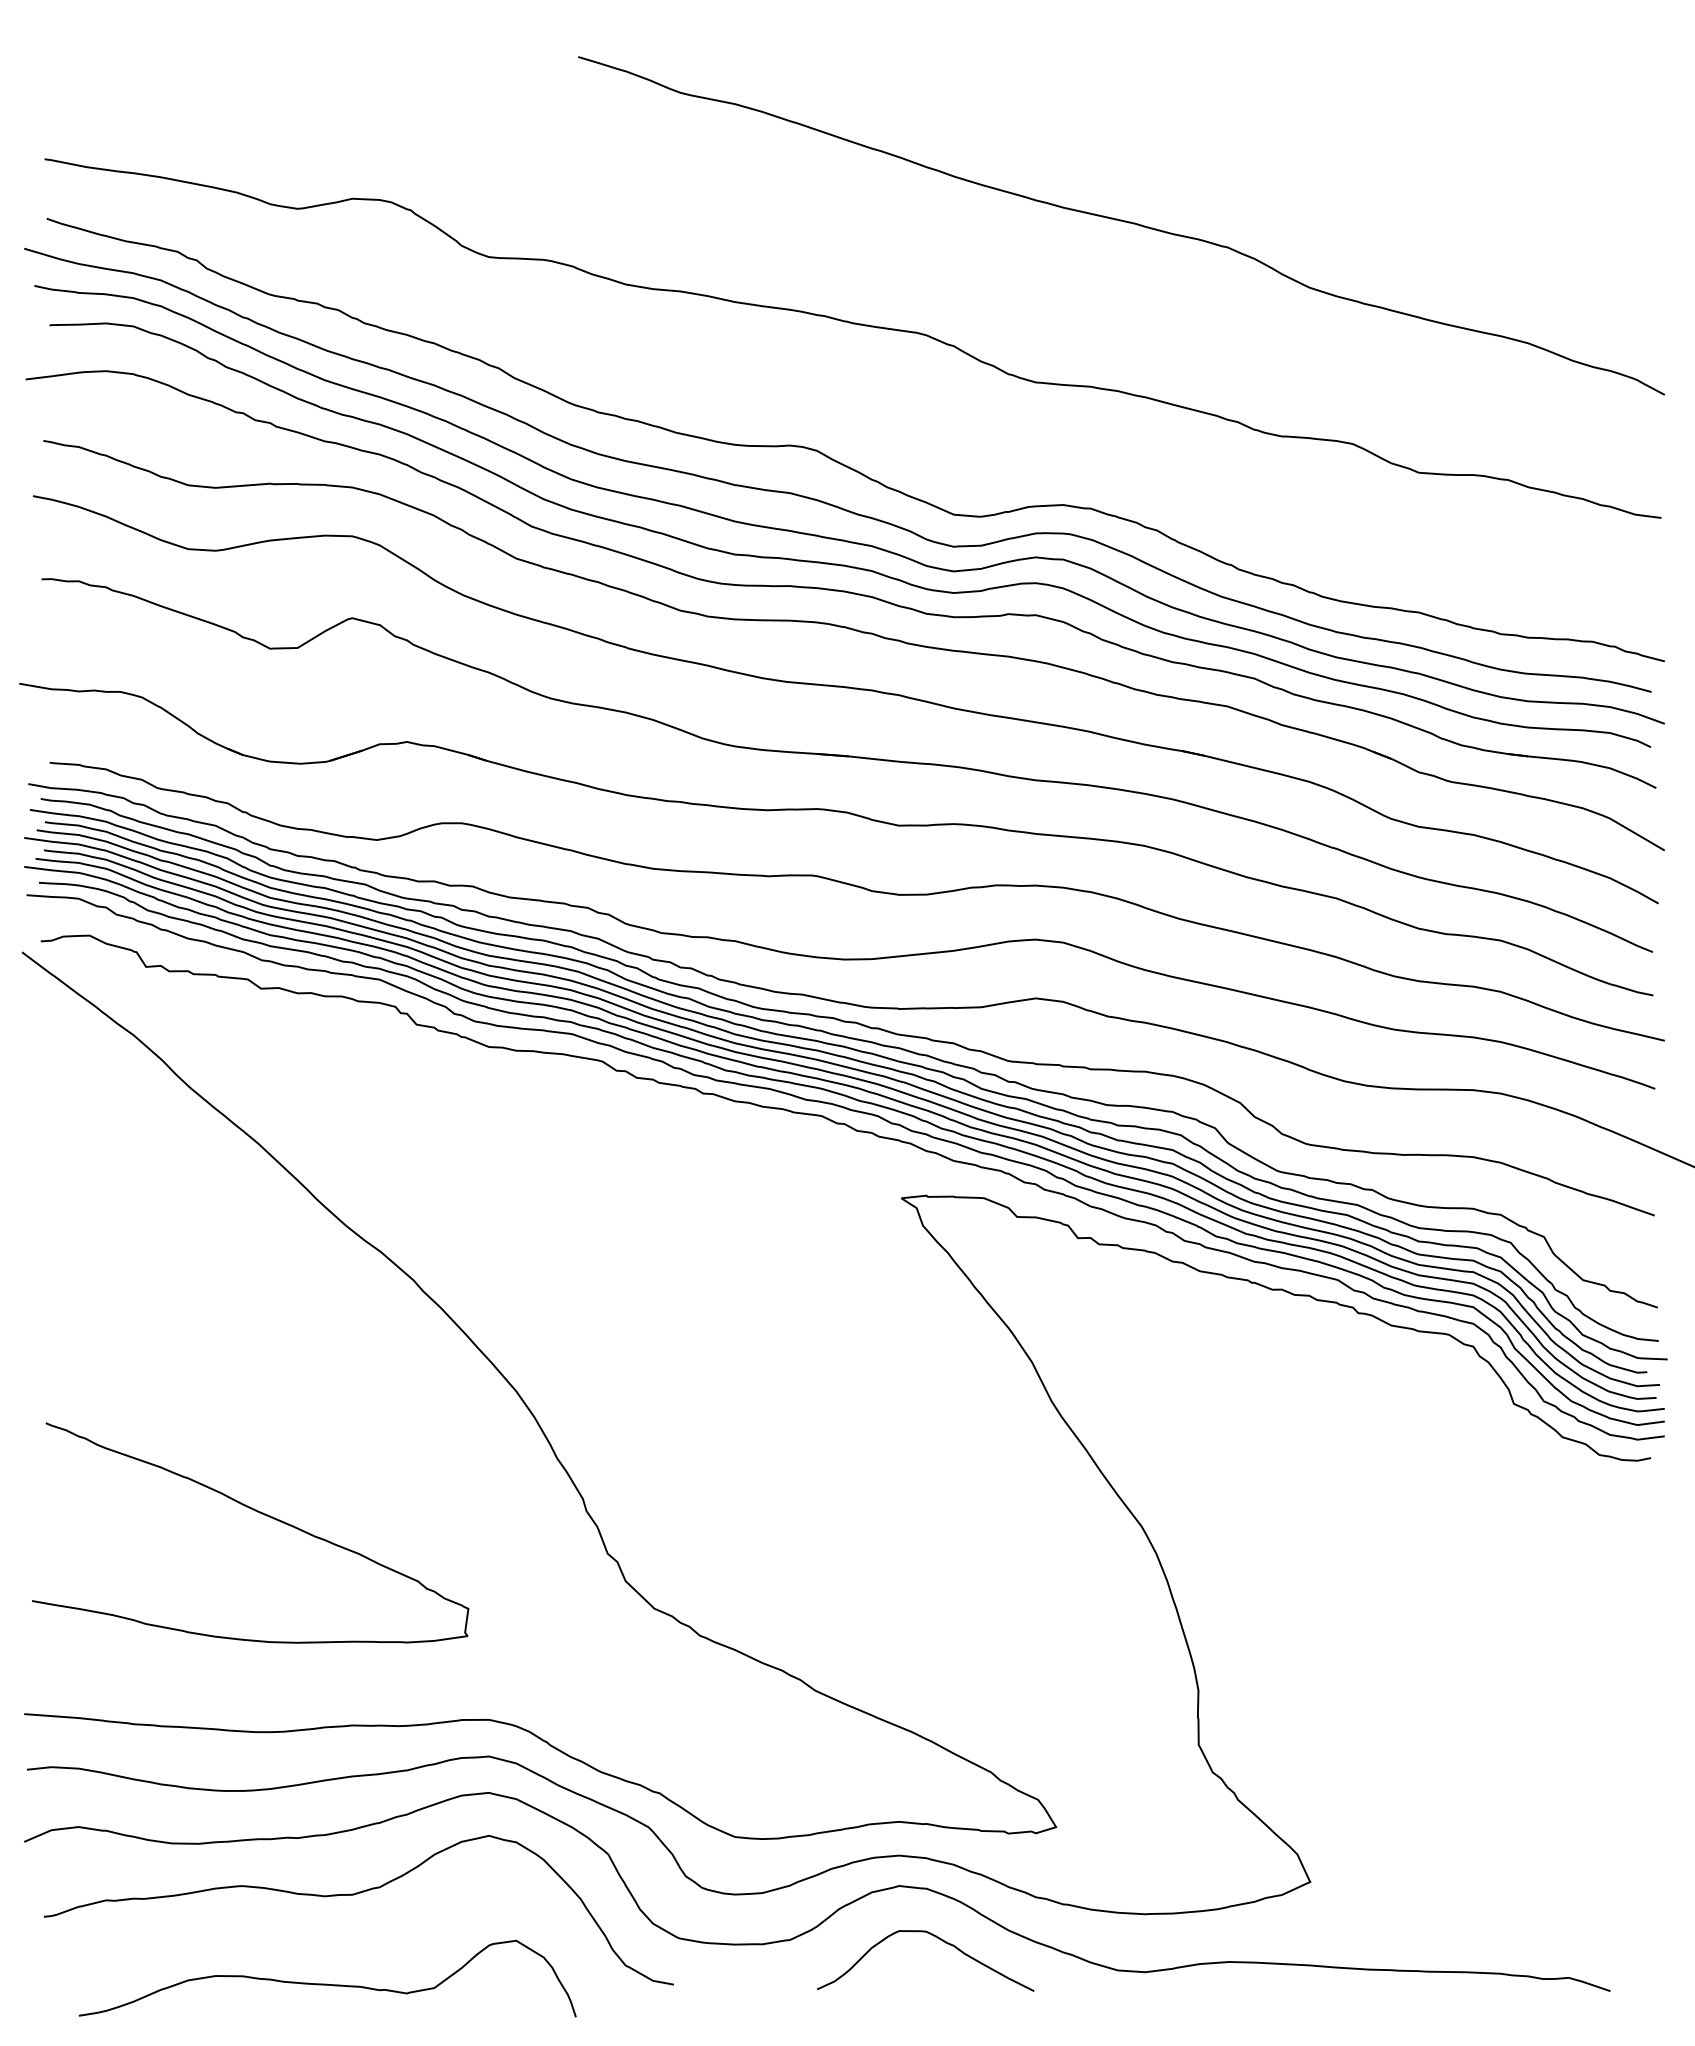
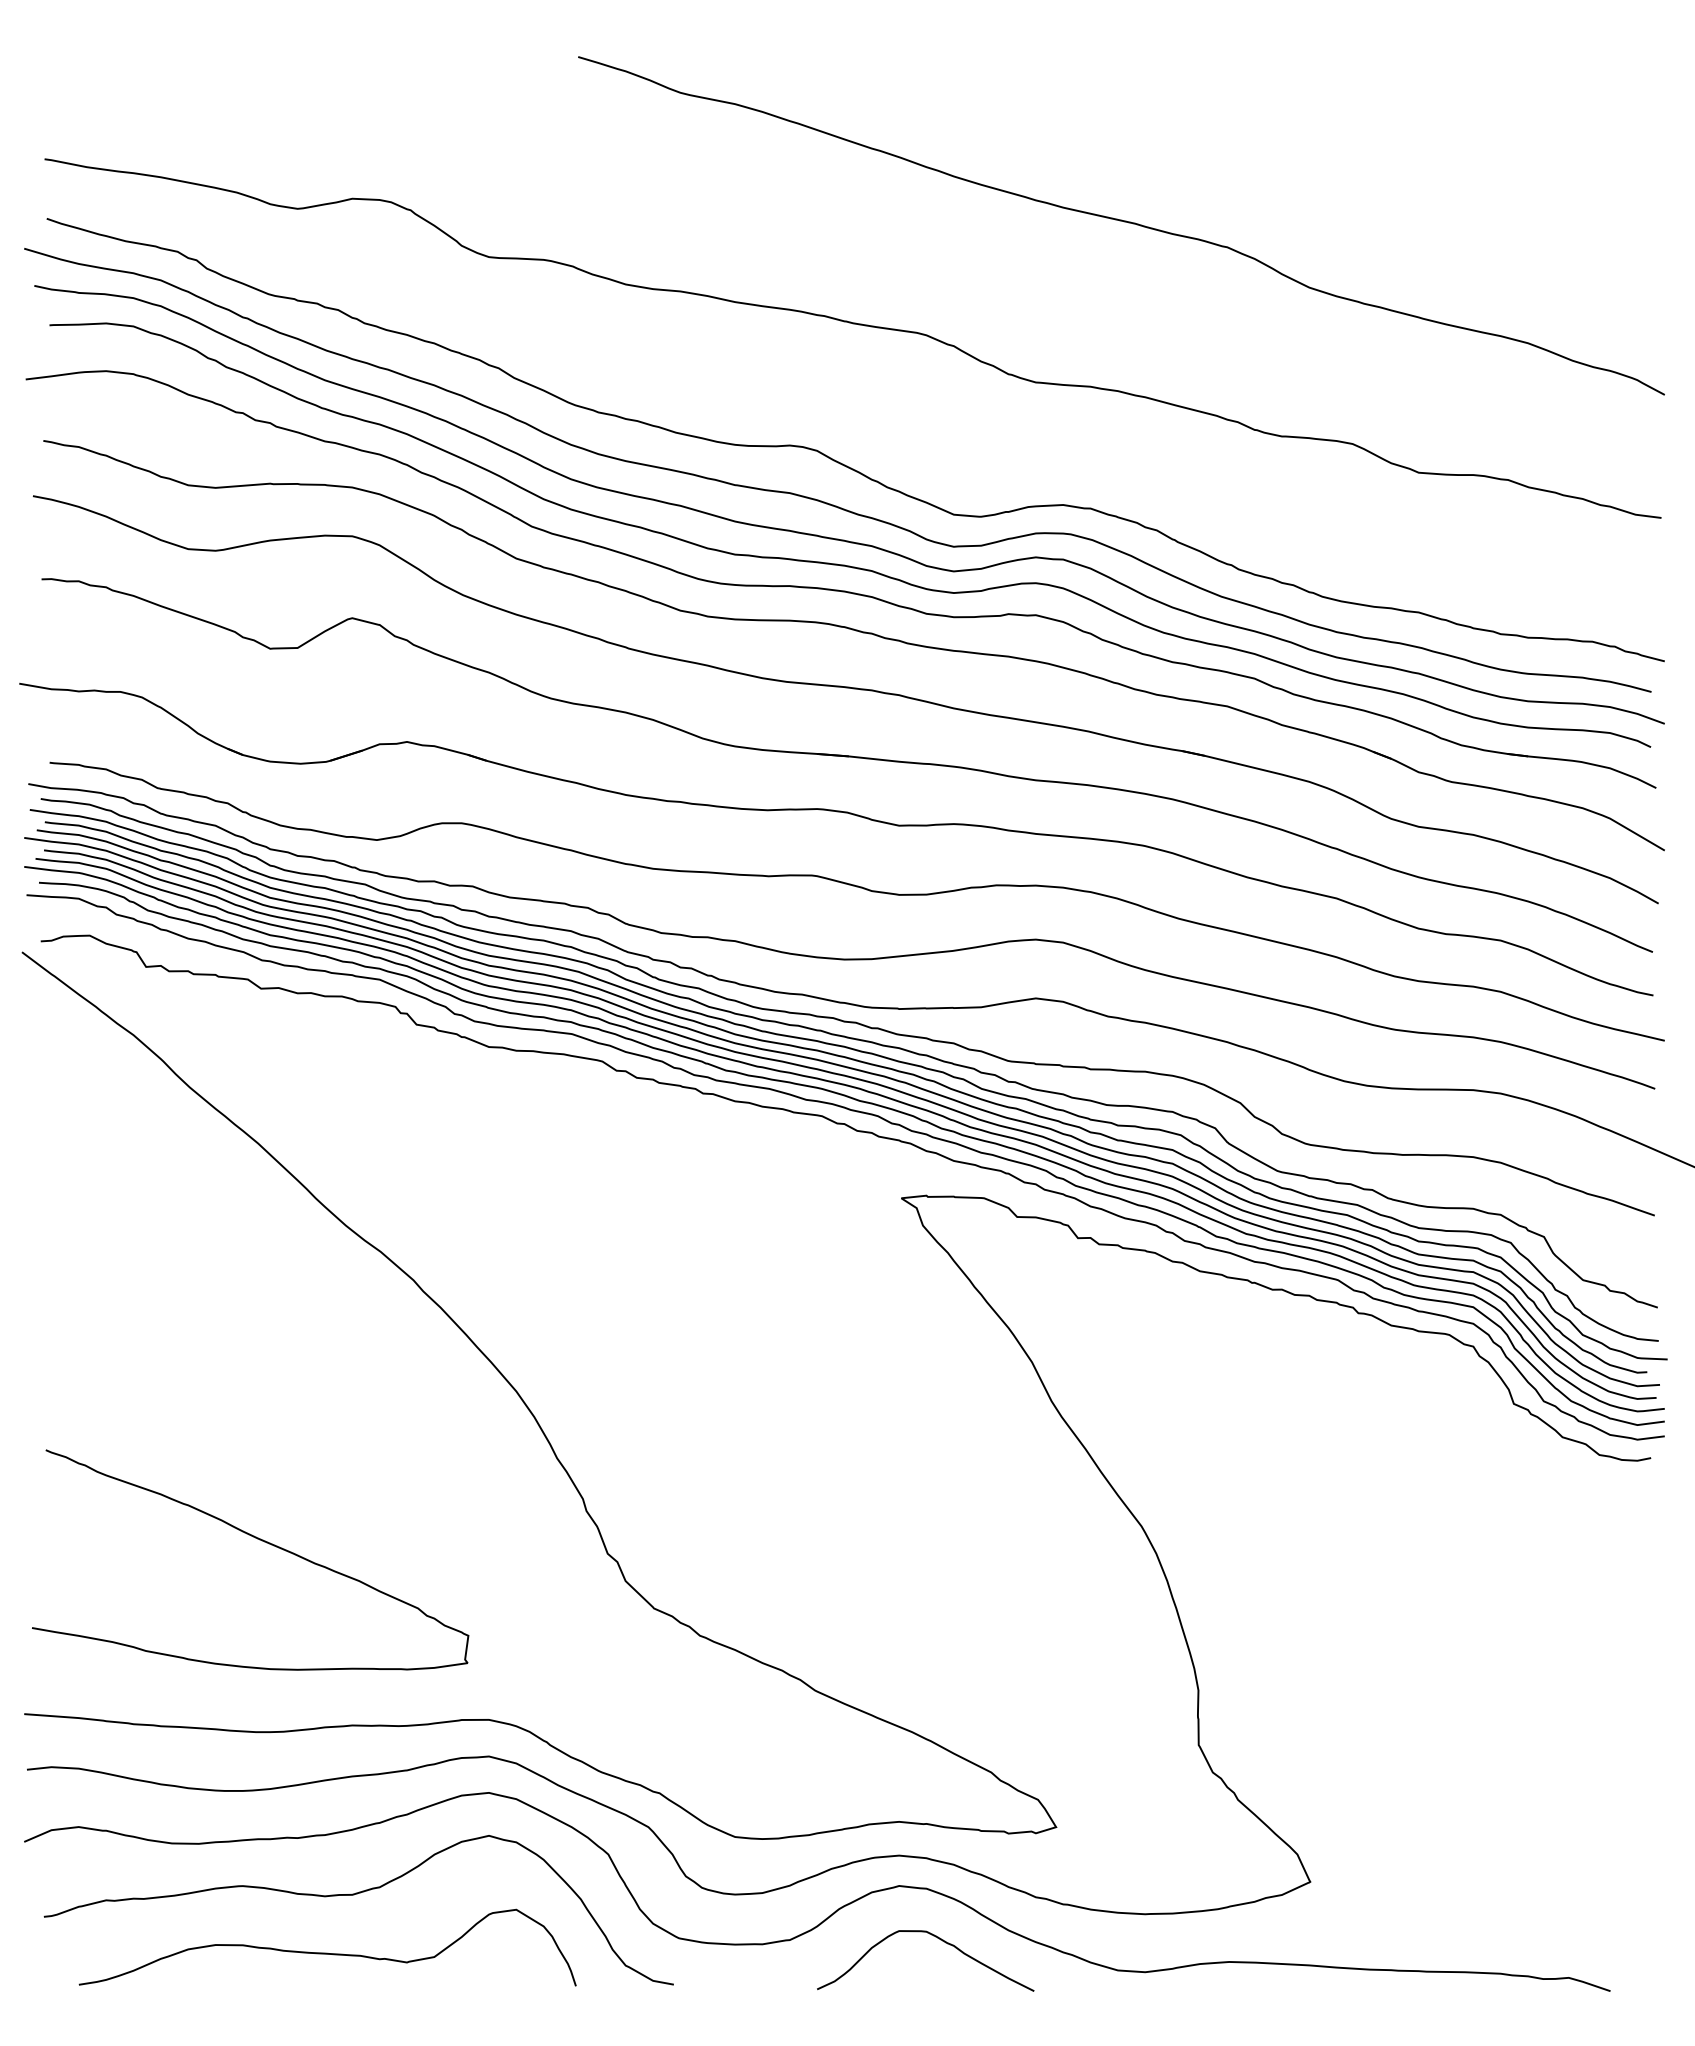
curve at (259, 1513) position: (259, 1513) -> (259, 1540)
curve at (327, 1983) position: (327, 1983) -> (327, 1952)
